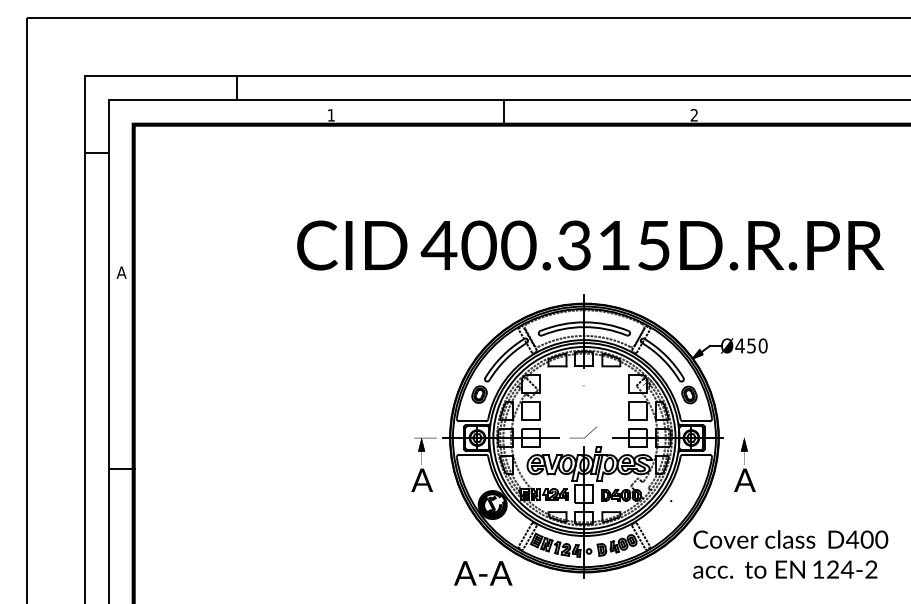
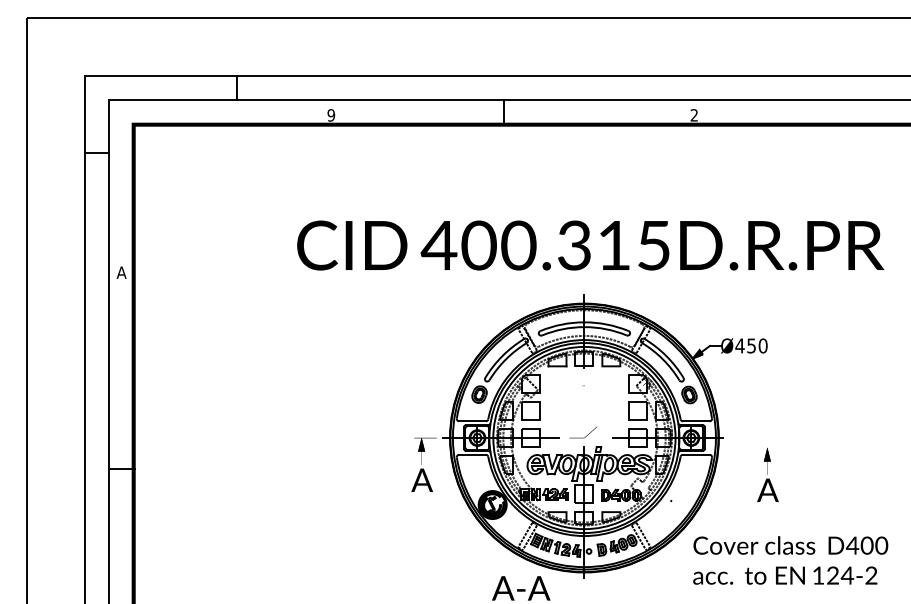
text at (331, 115): 1 -> 9
text at (744, 464) position: (744, 464) -> (767, 474)
text at (790, 554) position: (790, 554) -> (790, 560)
text at (483, 573) position: (483, 573) -> (521, 588)
